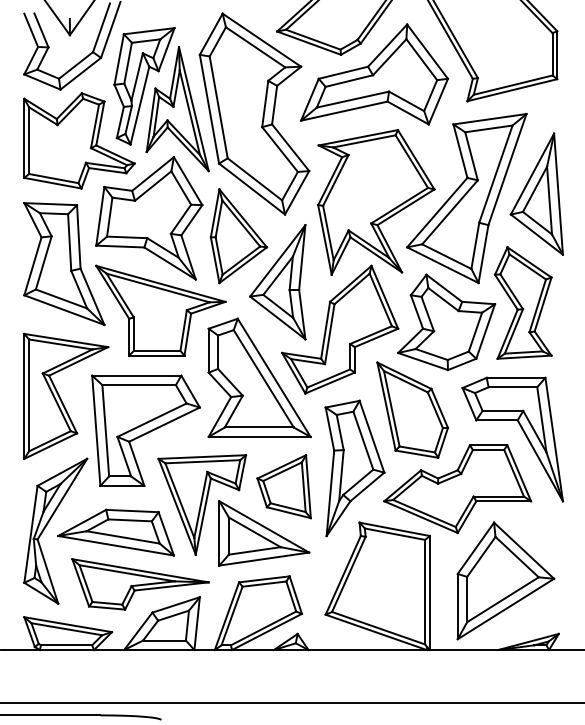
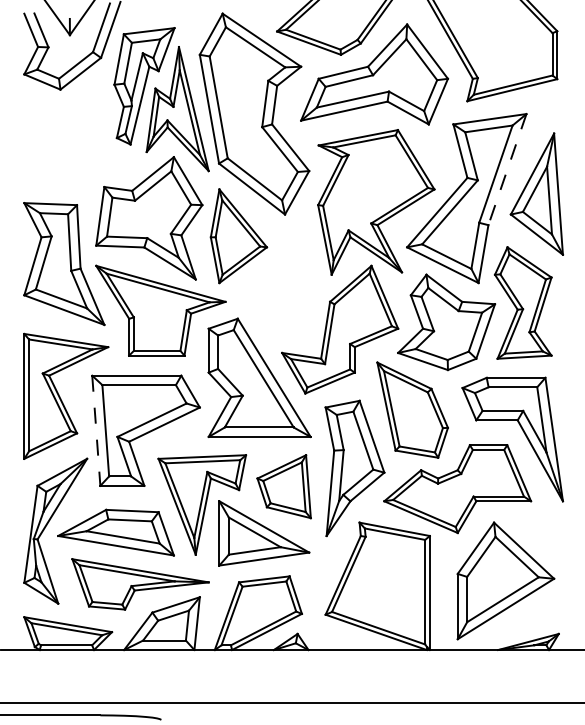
part at (79, 140): present -> none
line at (507, 169): solid -> dashed
part at (277, 282): present -> none
line at (96, 431): solid -> dashed
